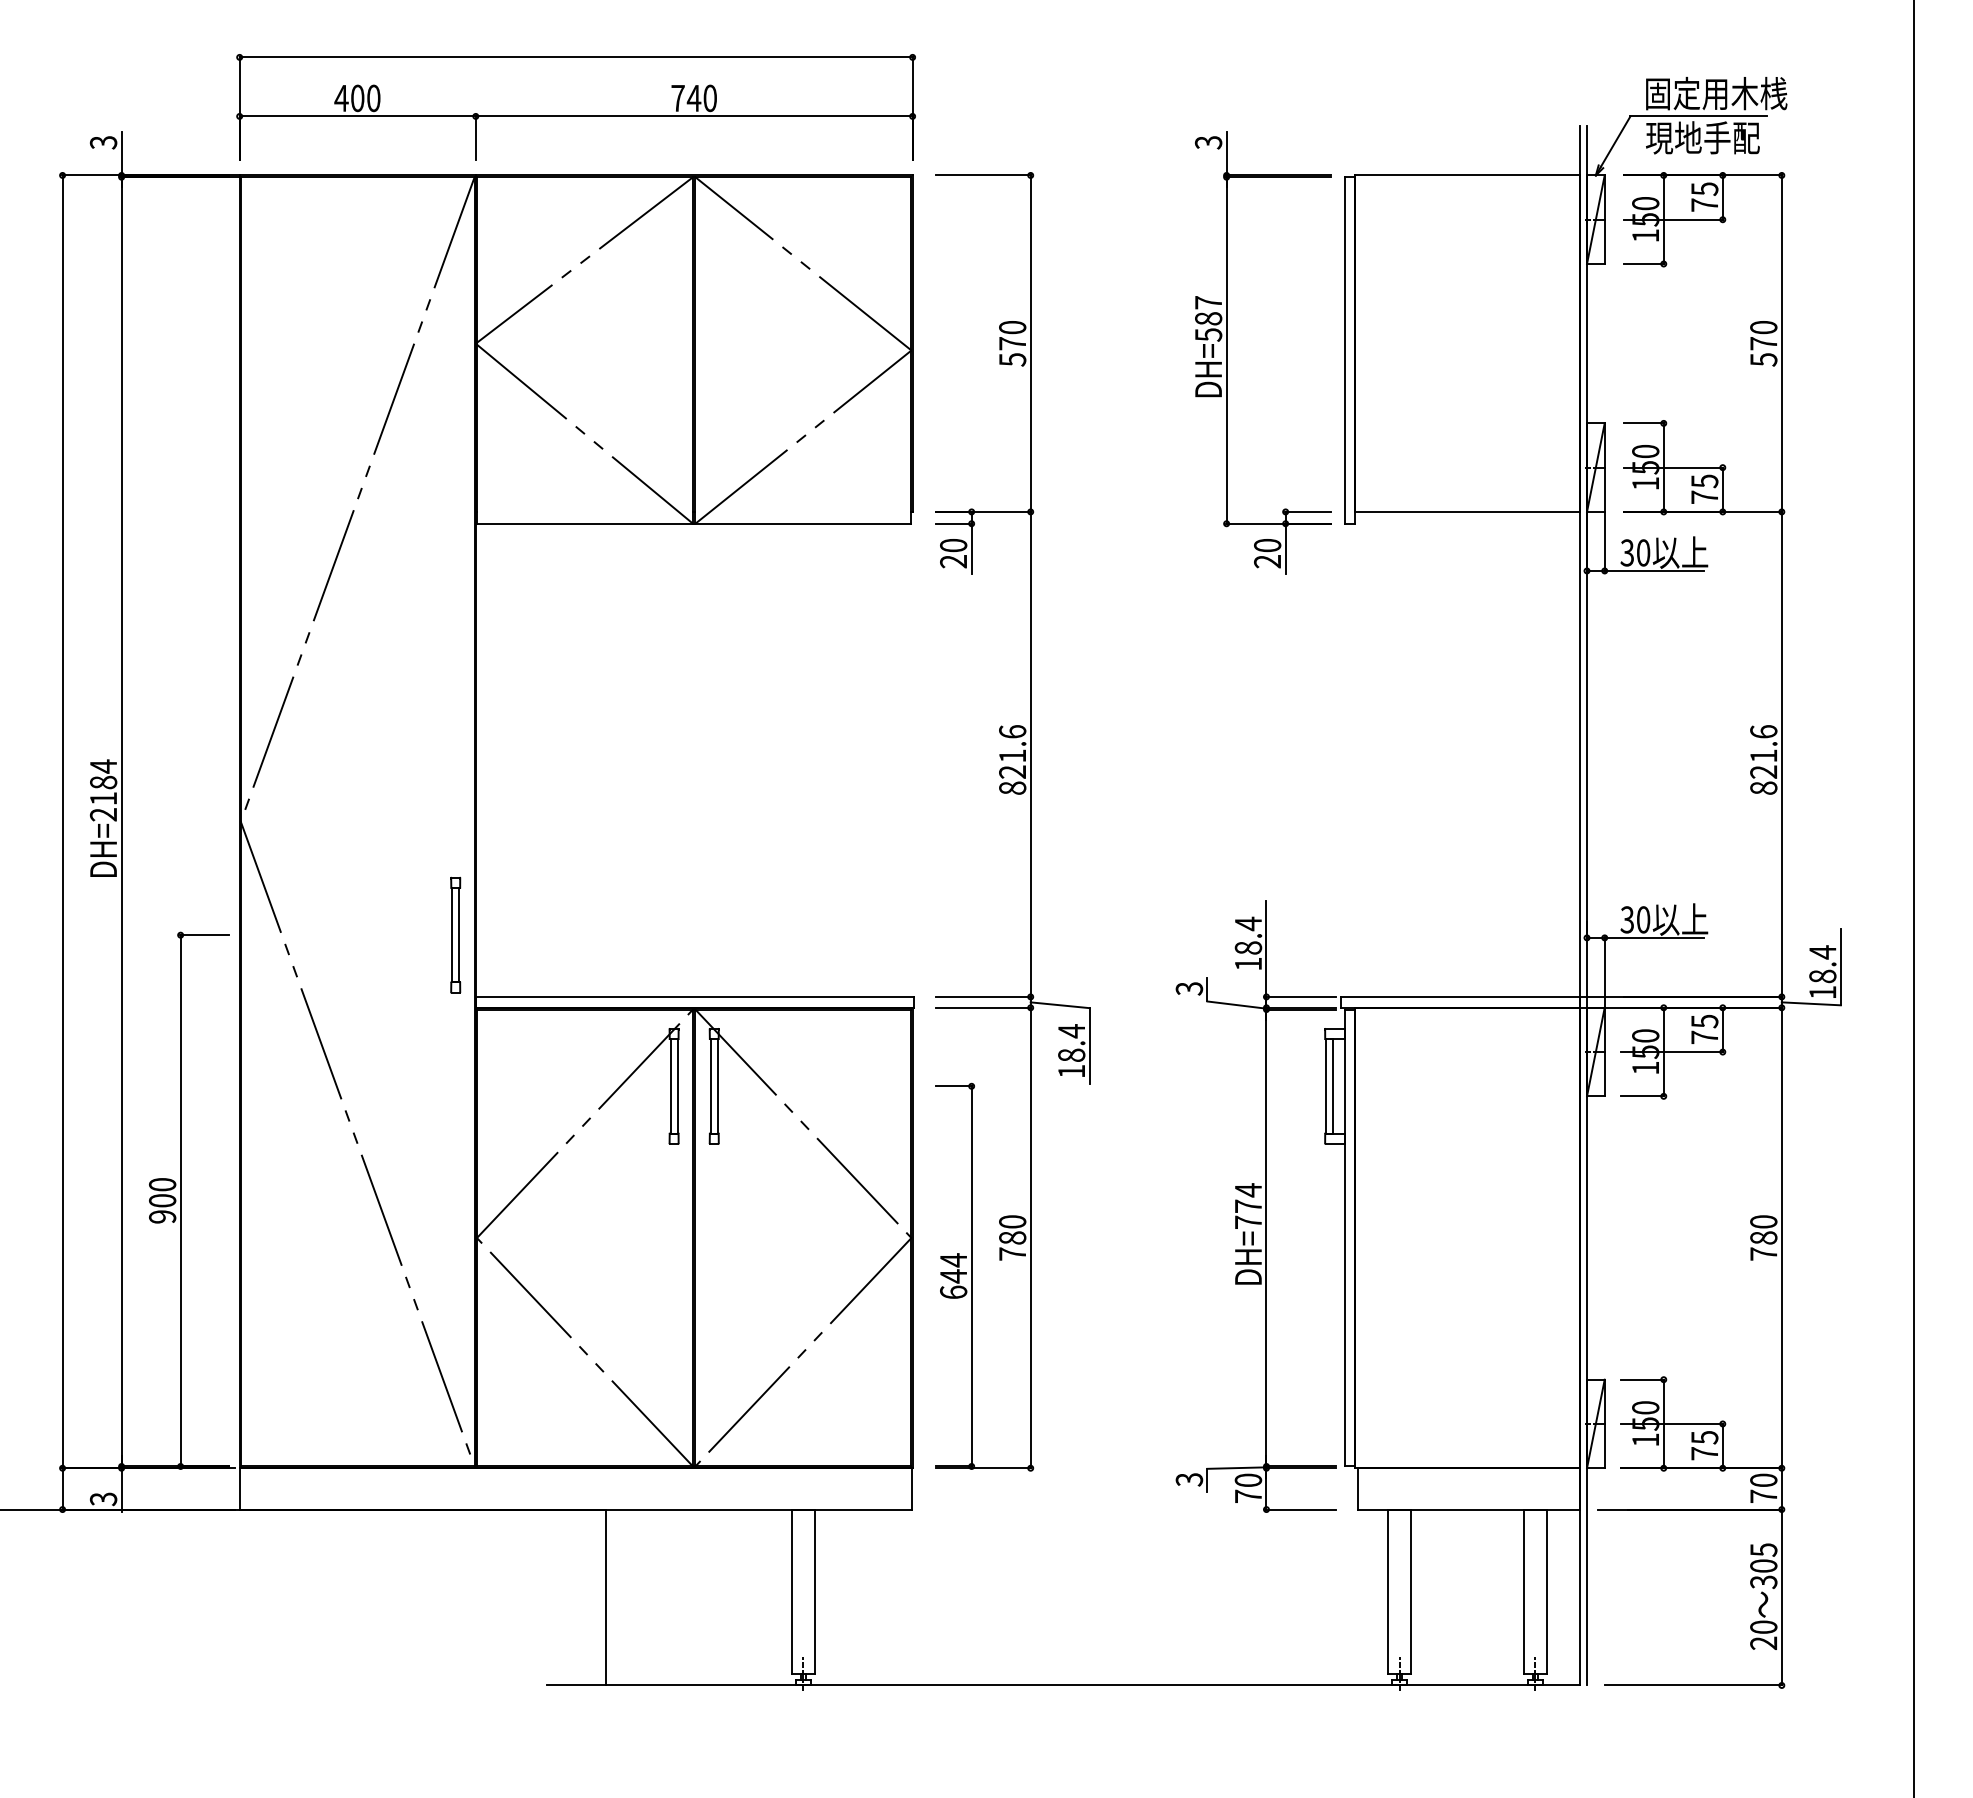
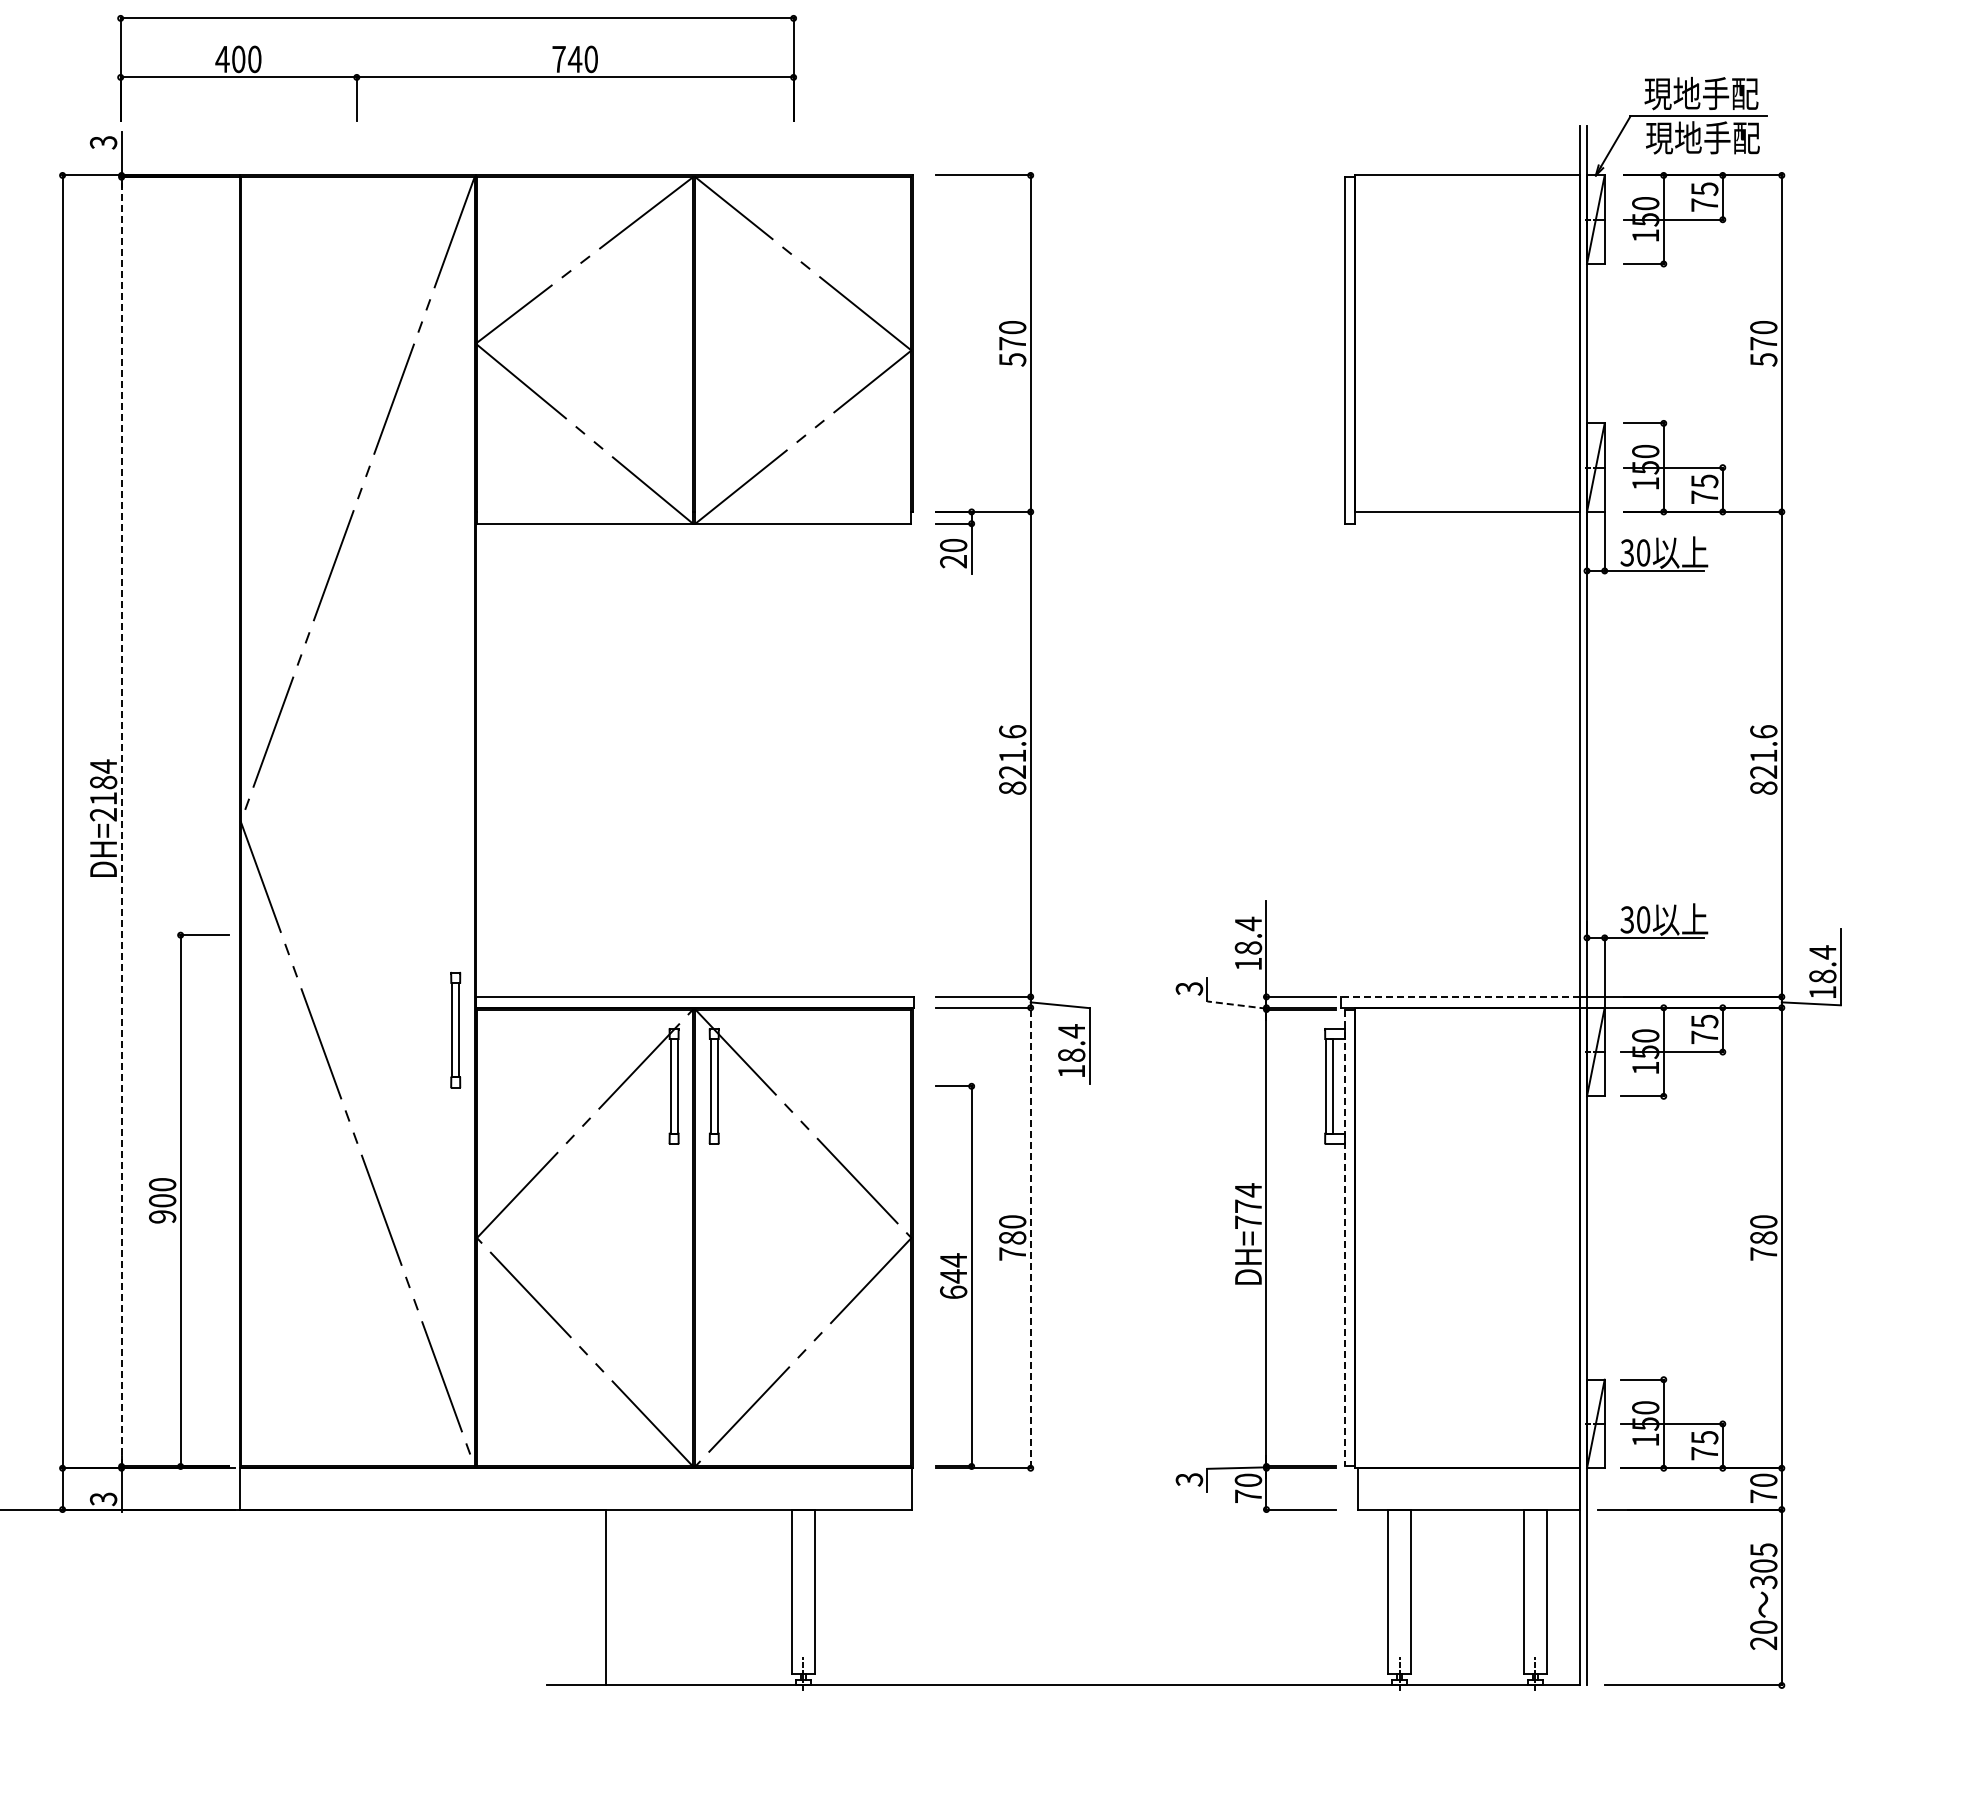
text at (1715, 93): 固定用木桟 -> 現地手配
part at (575, 107) position: (575, 107) -> (456, 68)
part at (1227, 352): present -> none
line at (121, 821): solid -> dashed
line at (1913, 898): present -> none
part at (455, 934) position: (455, 934) -> (455, 1029)
line at (1460, 996): solid -> dashed
line at (1236, 1005): solid -> dashed
line at (1030, 1237): solid -> dashed
line at (1344, 1238): solid -> dashed
